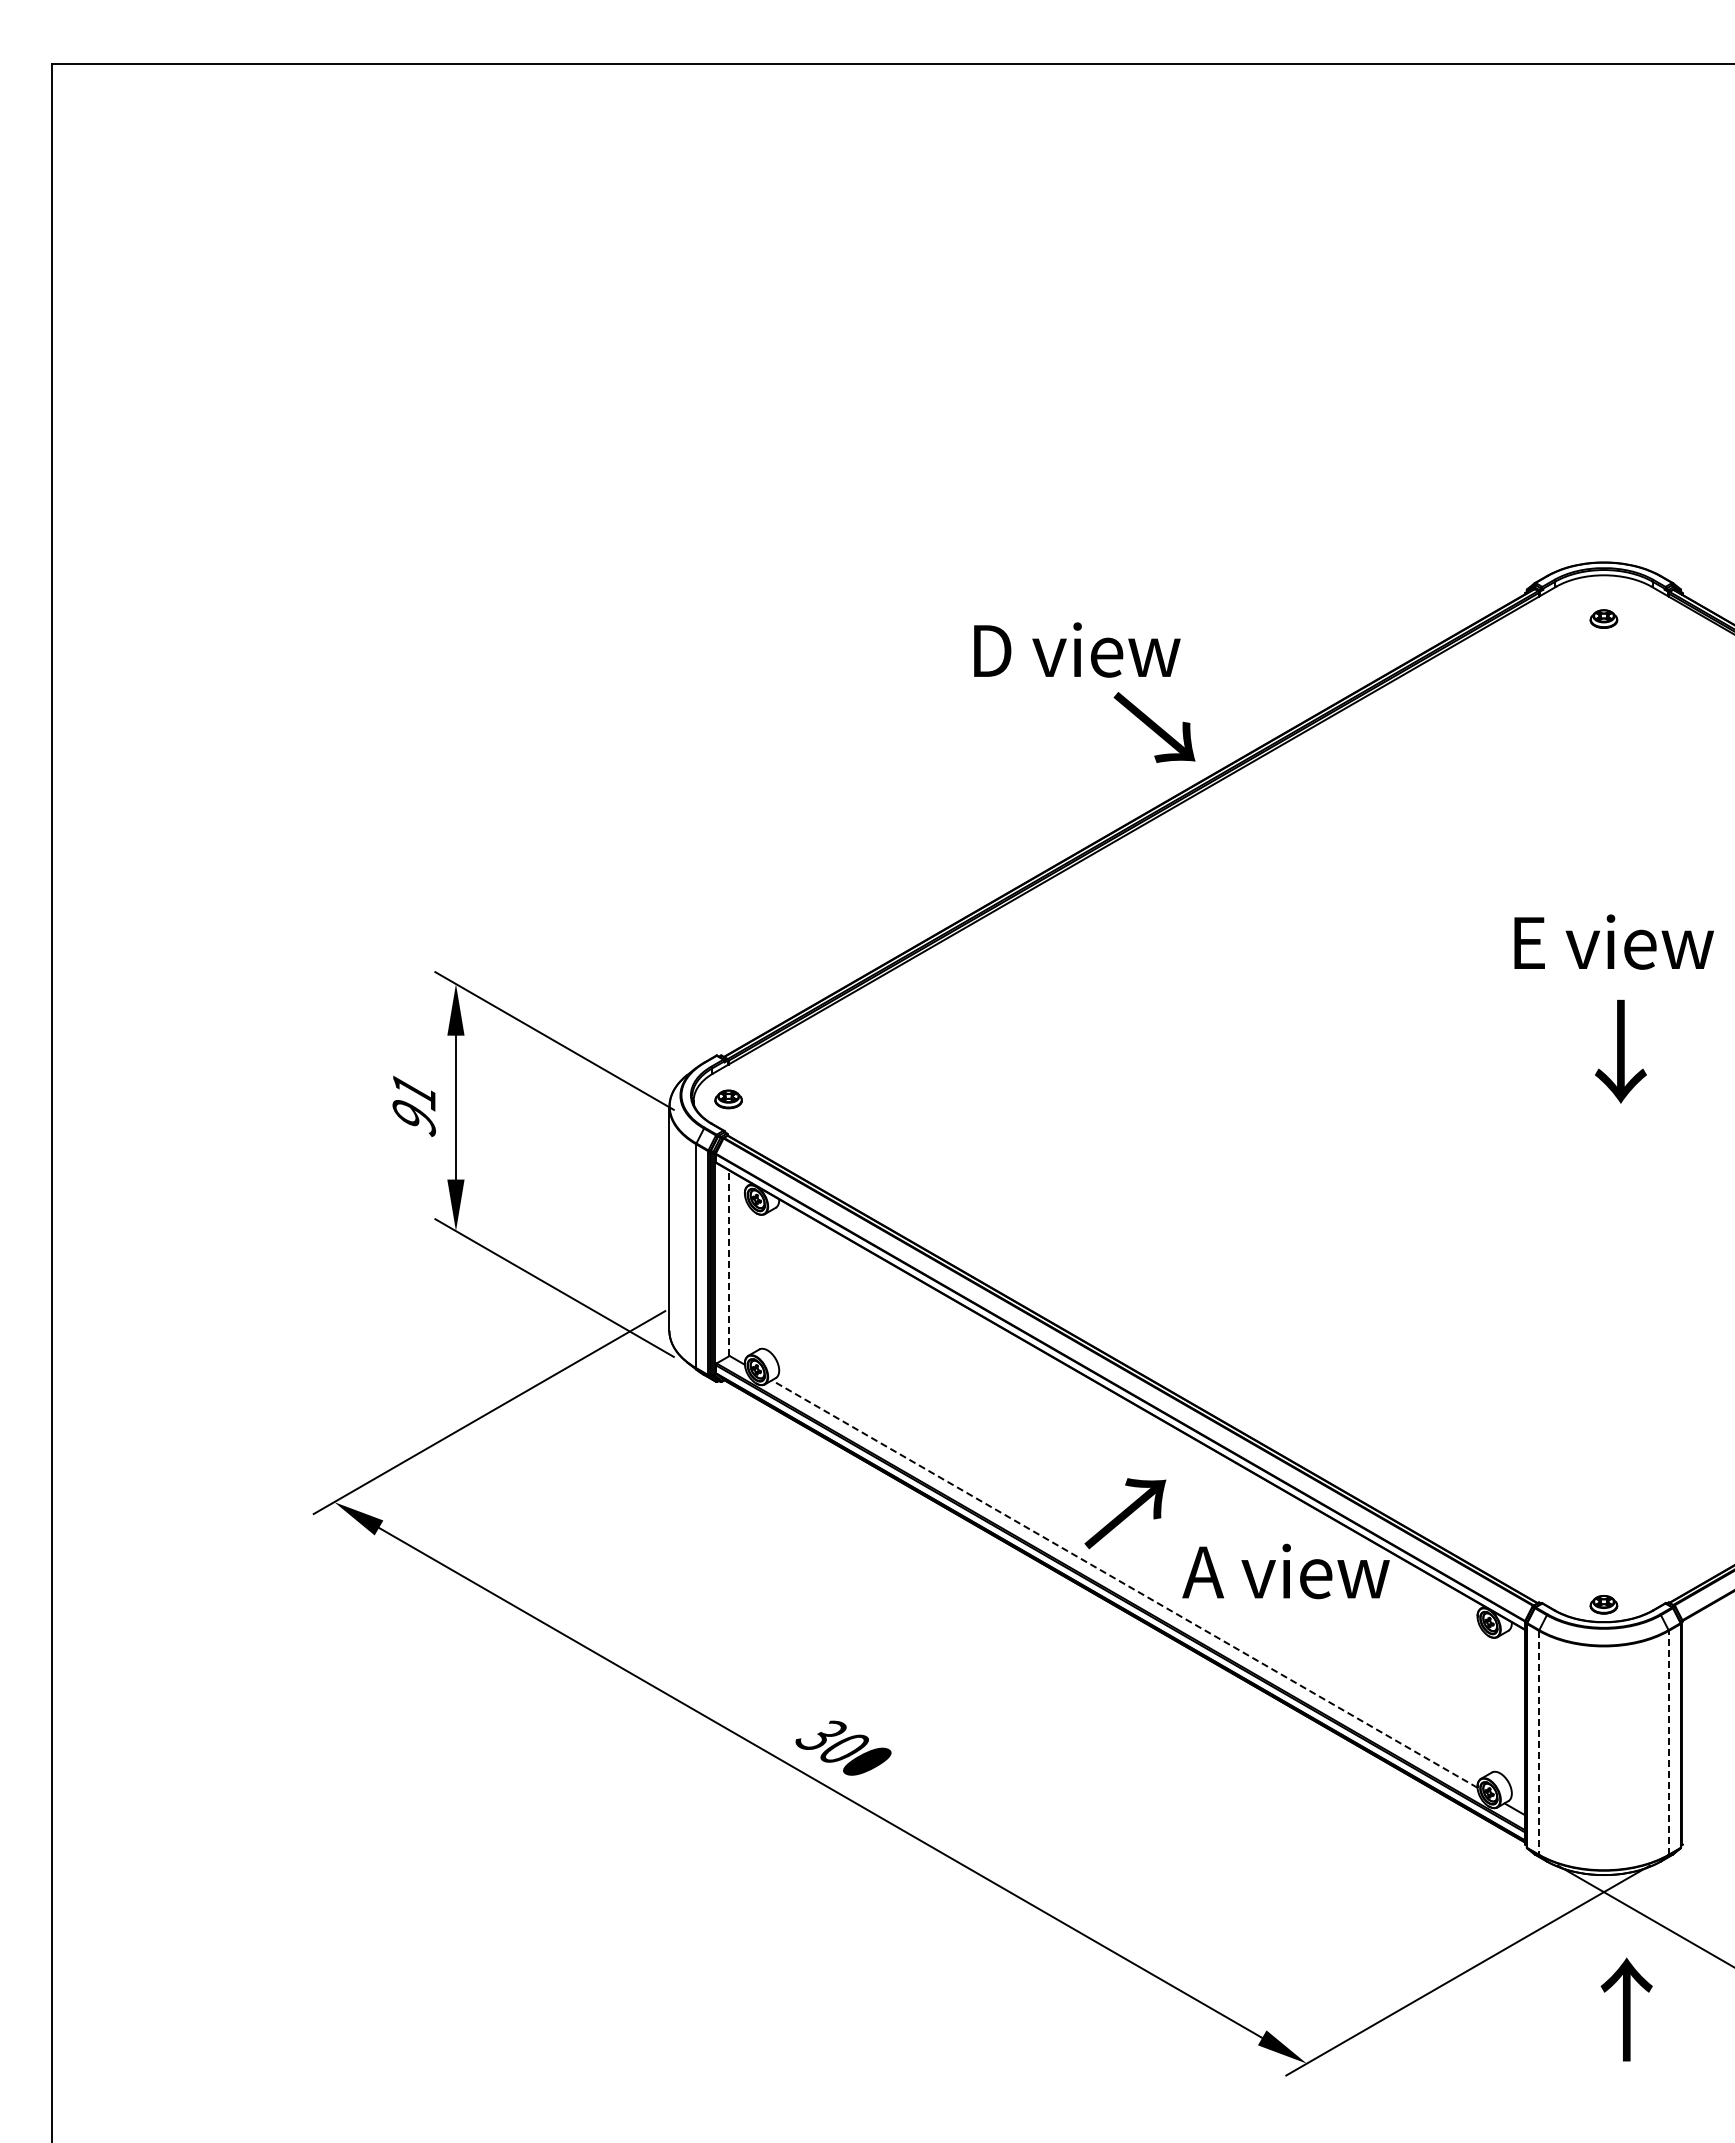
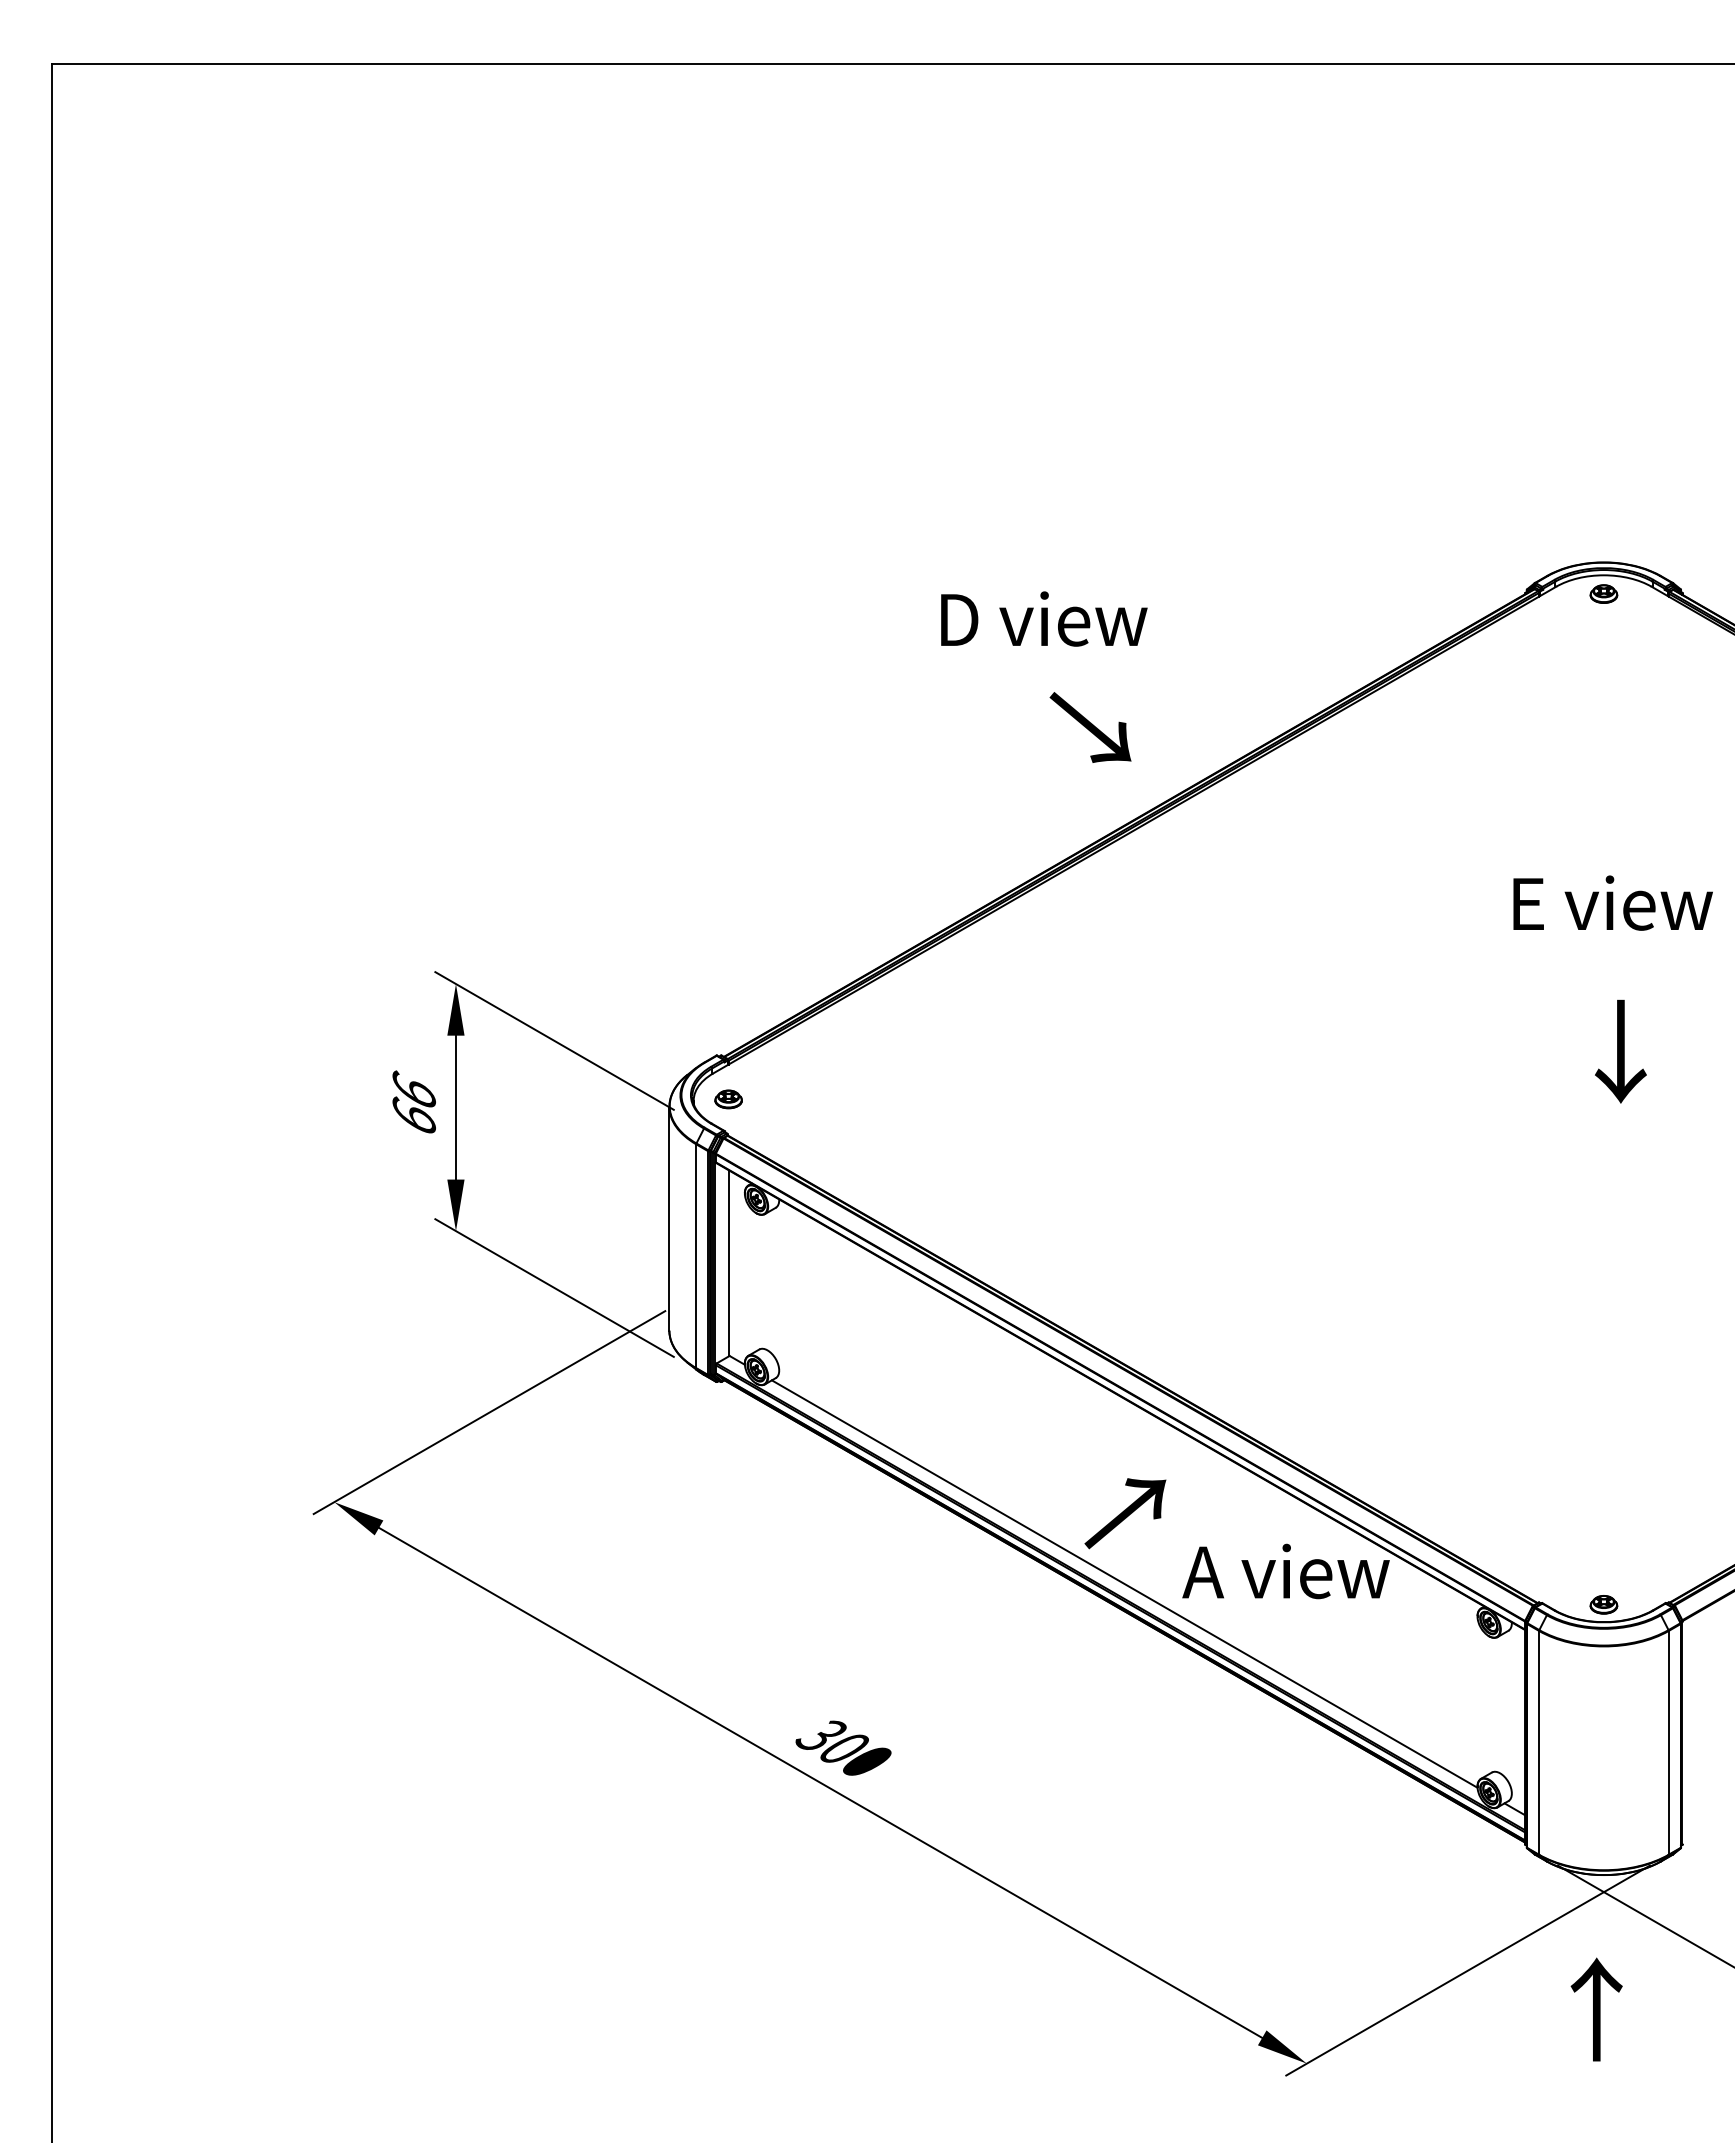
part at (1603, 618) position: (1603, 618) -> (1603, 593)
text at (1077, 649) position: (1077, 649) -> (1044, 618)
text at (1154, 727) position: (1154, 727) -> (1090, 727)
text at (1613, 941) position: (1613, 941) -> (1612, 902)
text at (413, 1103): 91 -> 66
line at (729, 1263): dashed -> solid
line at (1124, 1583): dashed -> solid
line at (1539, 1742): dashed -> solid
line at (1668, 1742): dashed -> solid
text at (1626, 2009) position: (1626, 2009) -> (1596, 2009)
